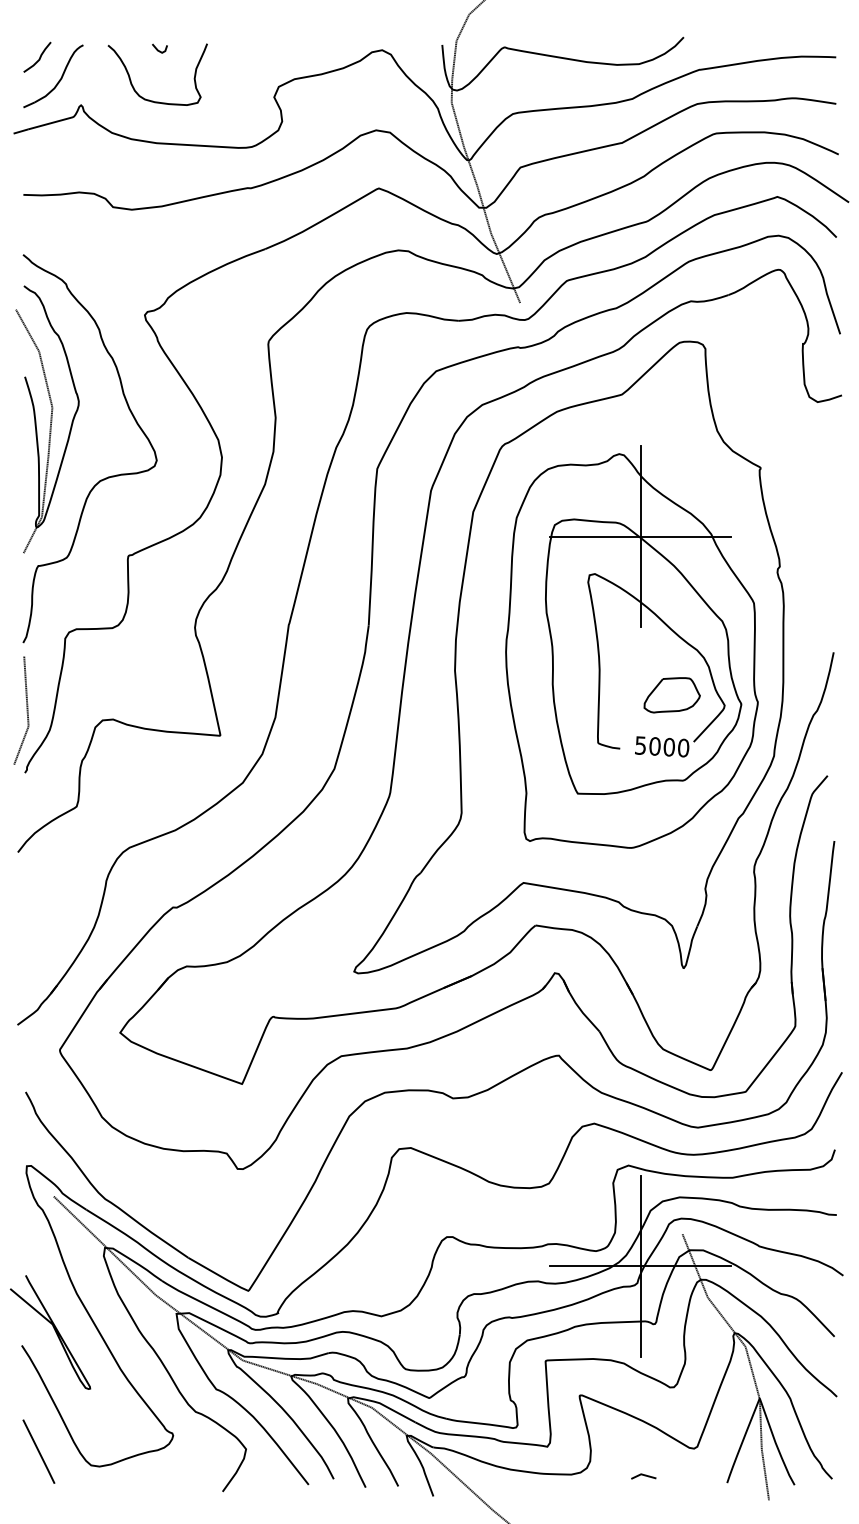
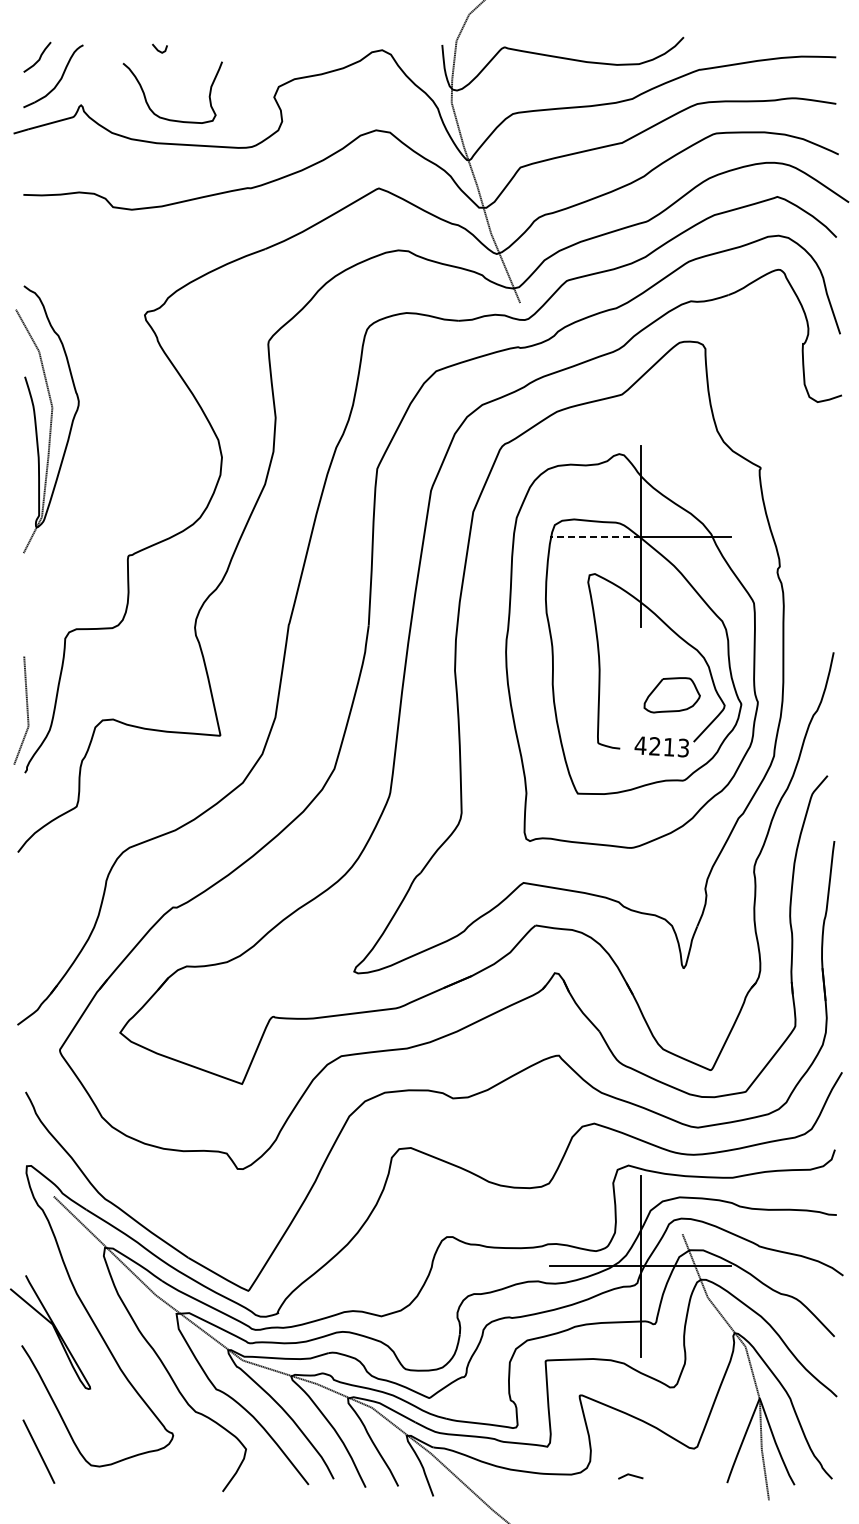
curve at (149, 99) position: (149, 99) -> (164, 117)
curve at (103, 478): present -> none
line at (594, 536): solid -> dashed
text at (661, 746): 5000 -> 4213
line at (643, 1475) position: (643, 1475) -> (630, 1475)
